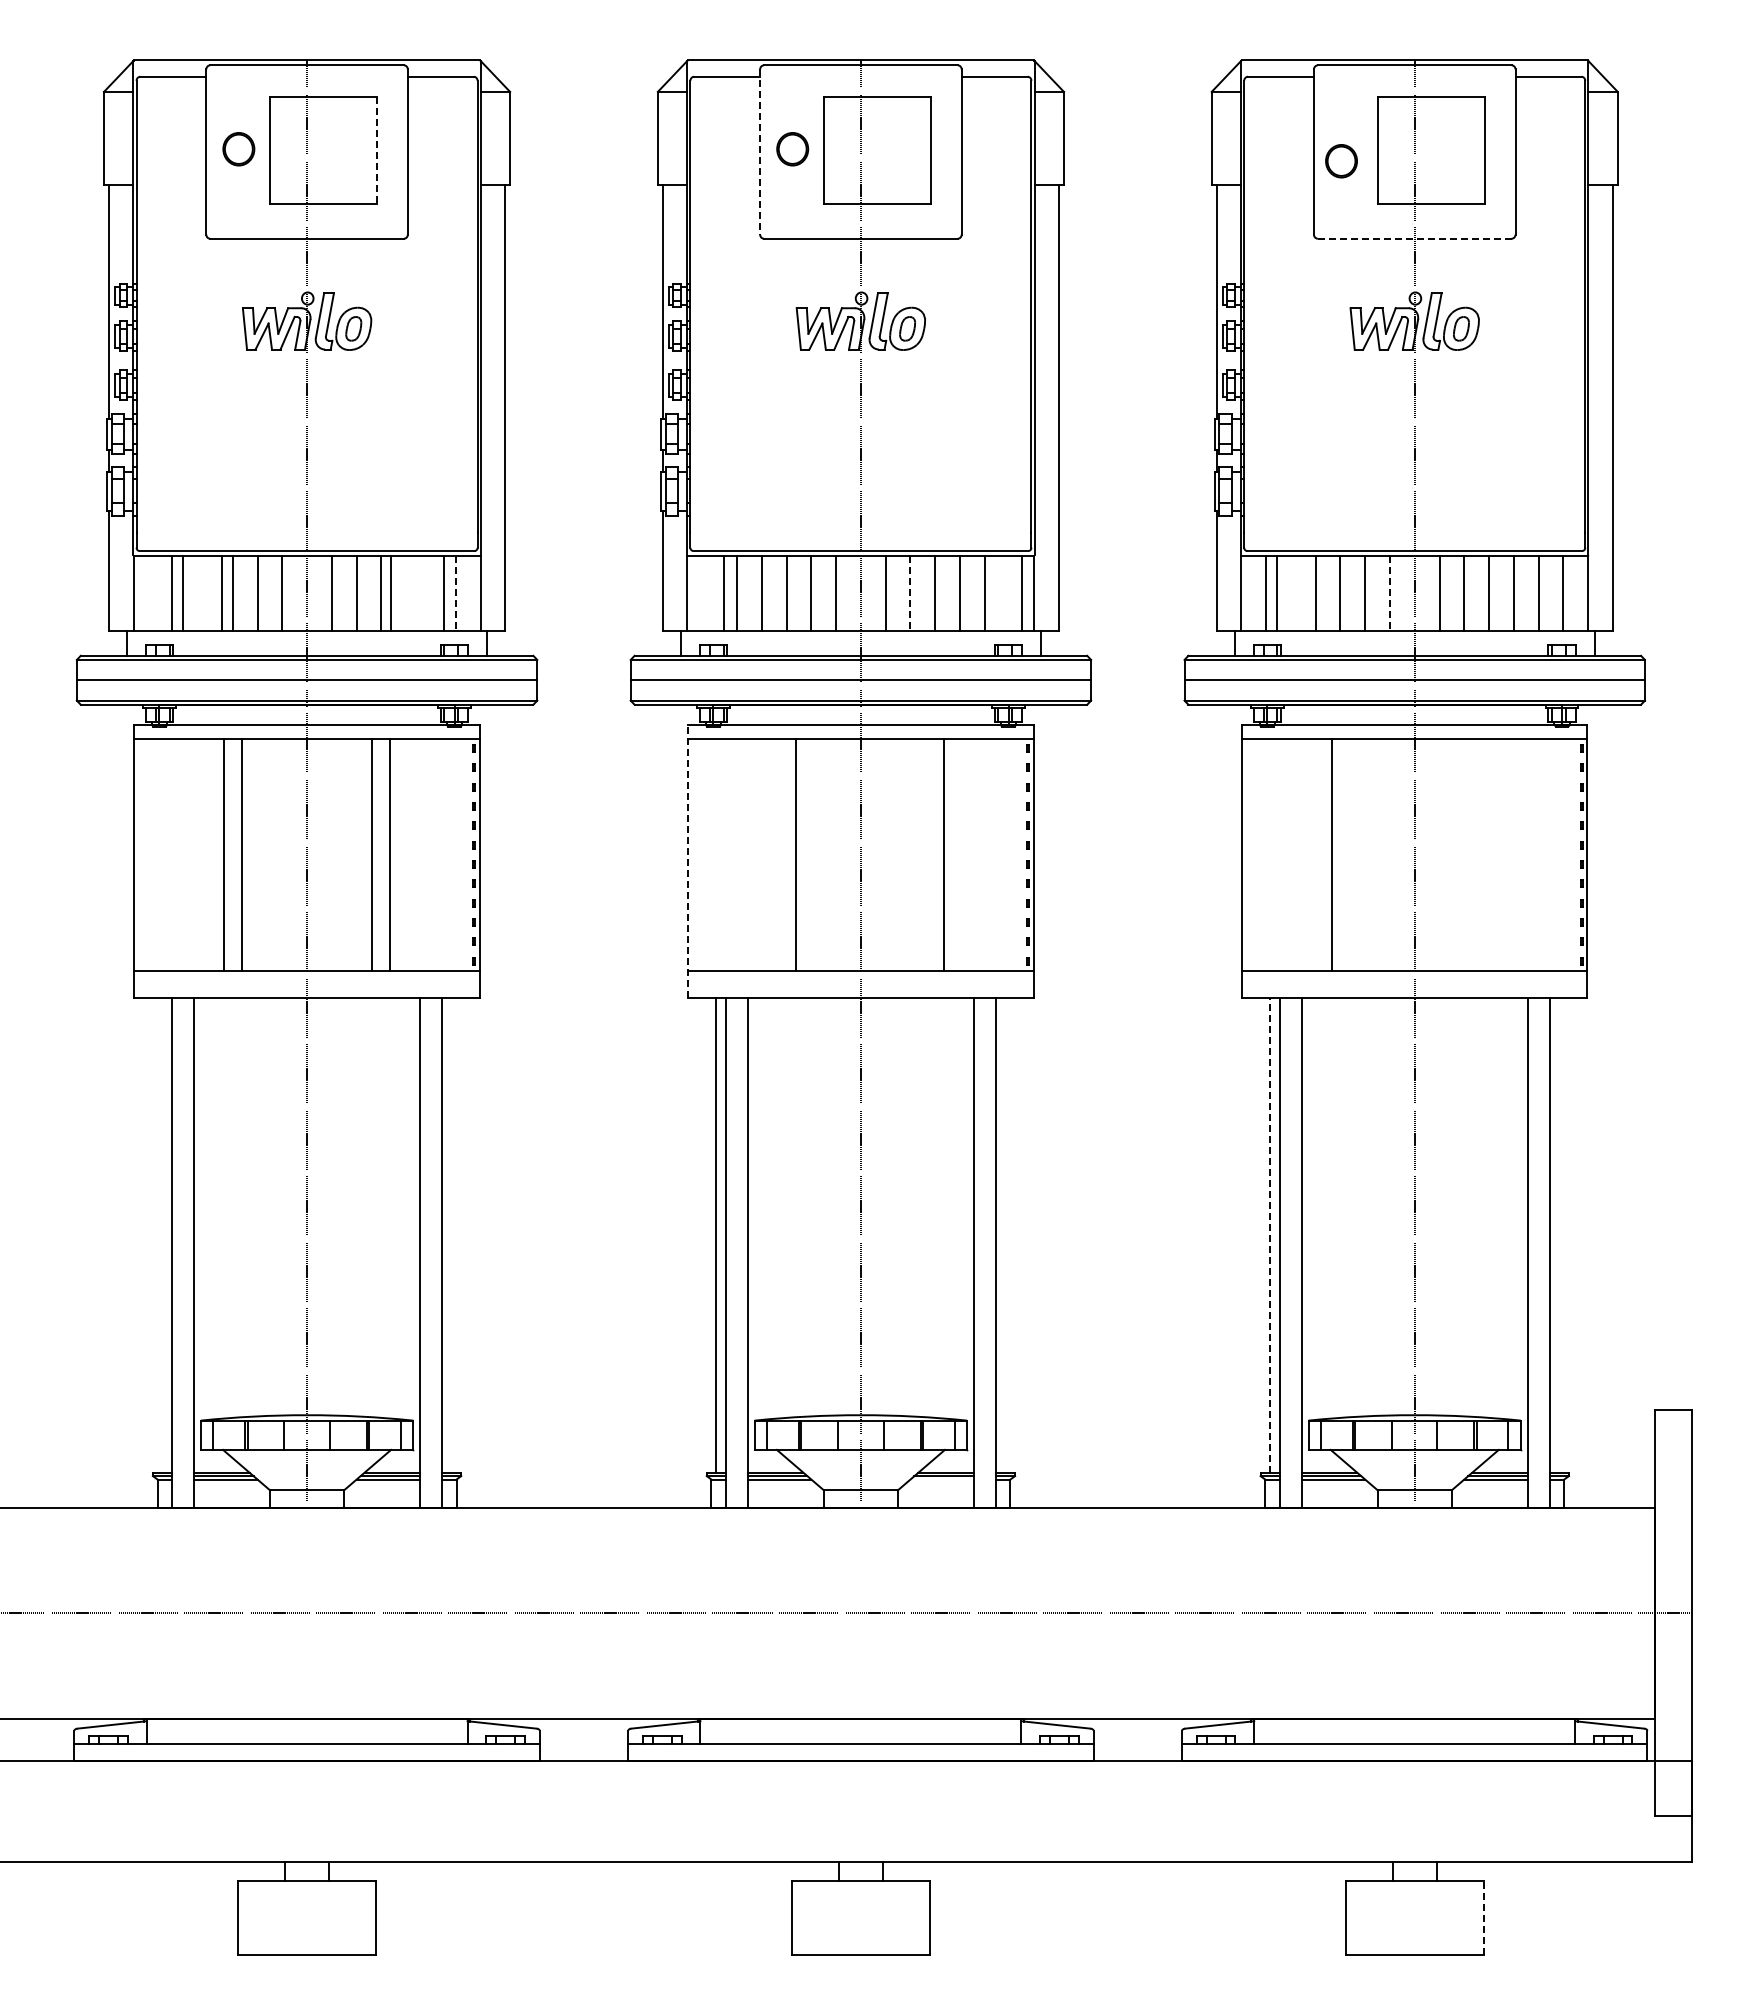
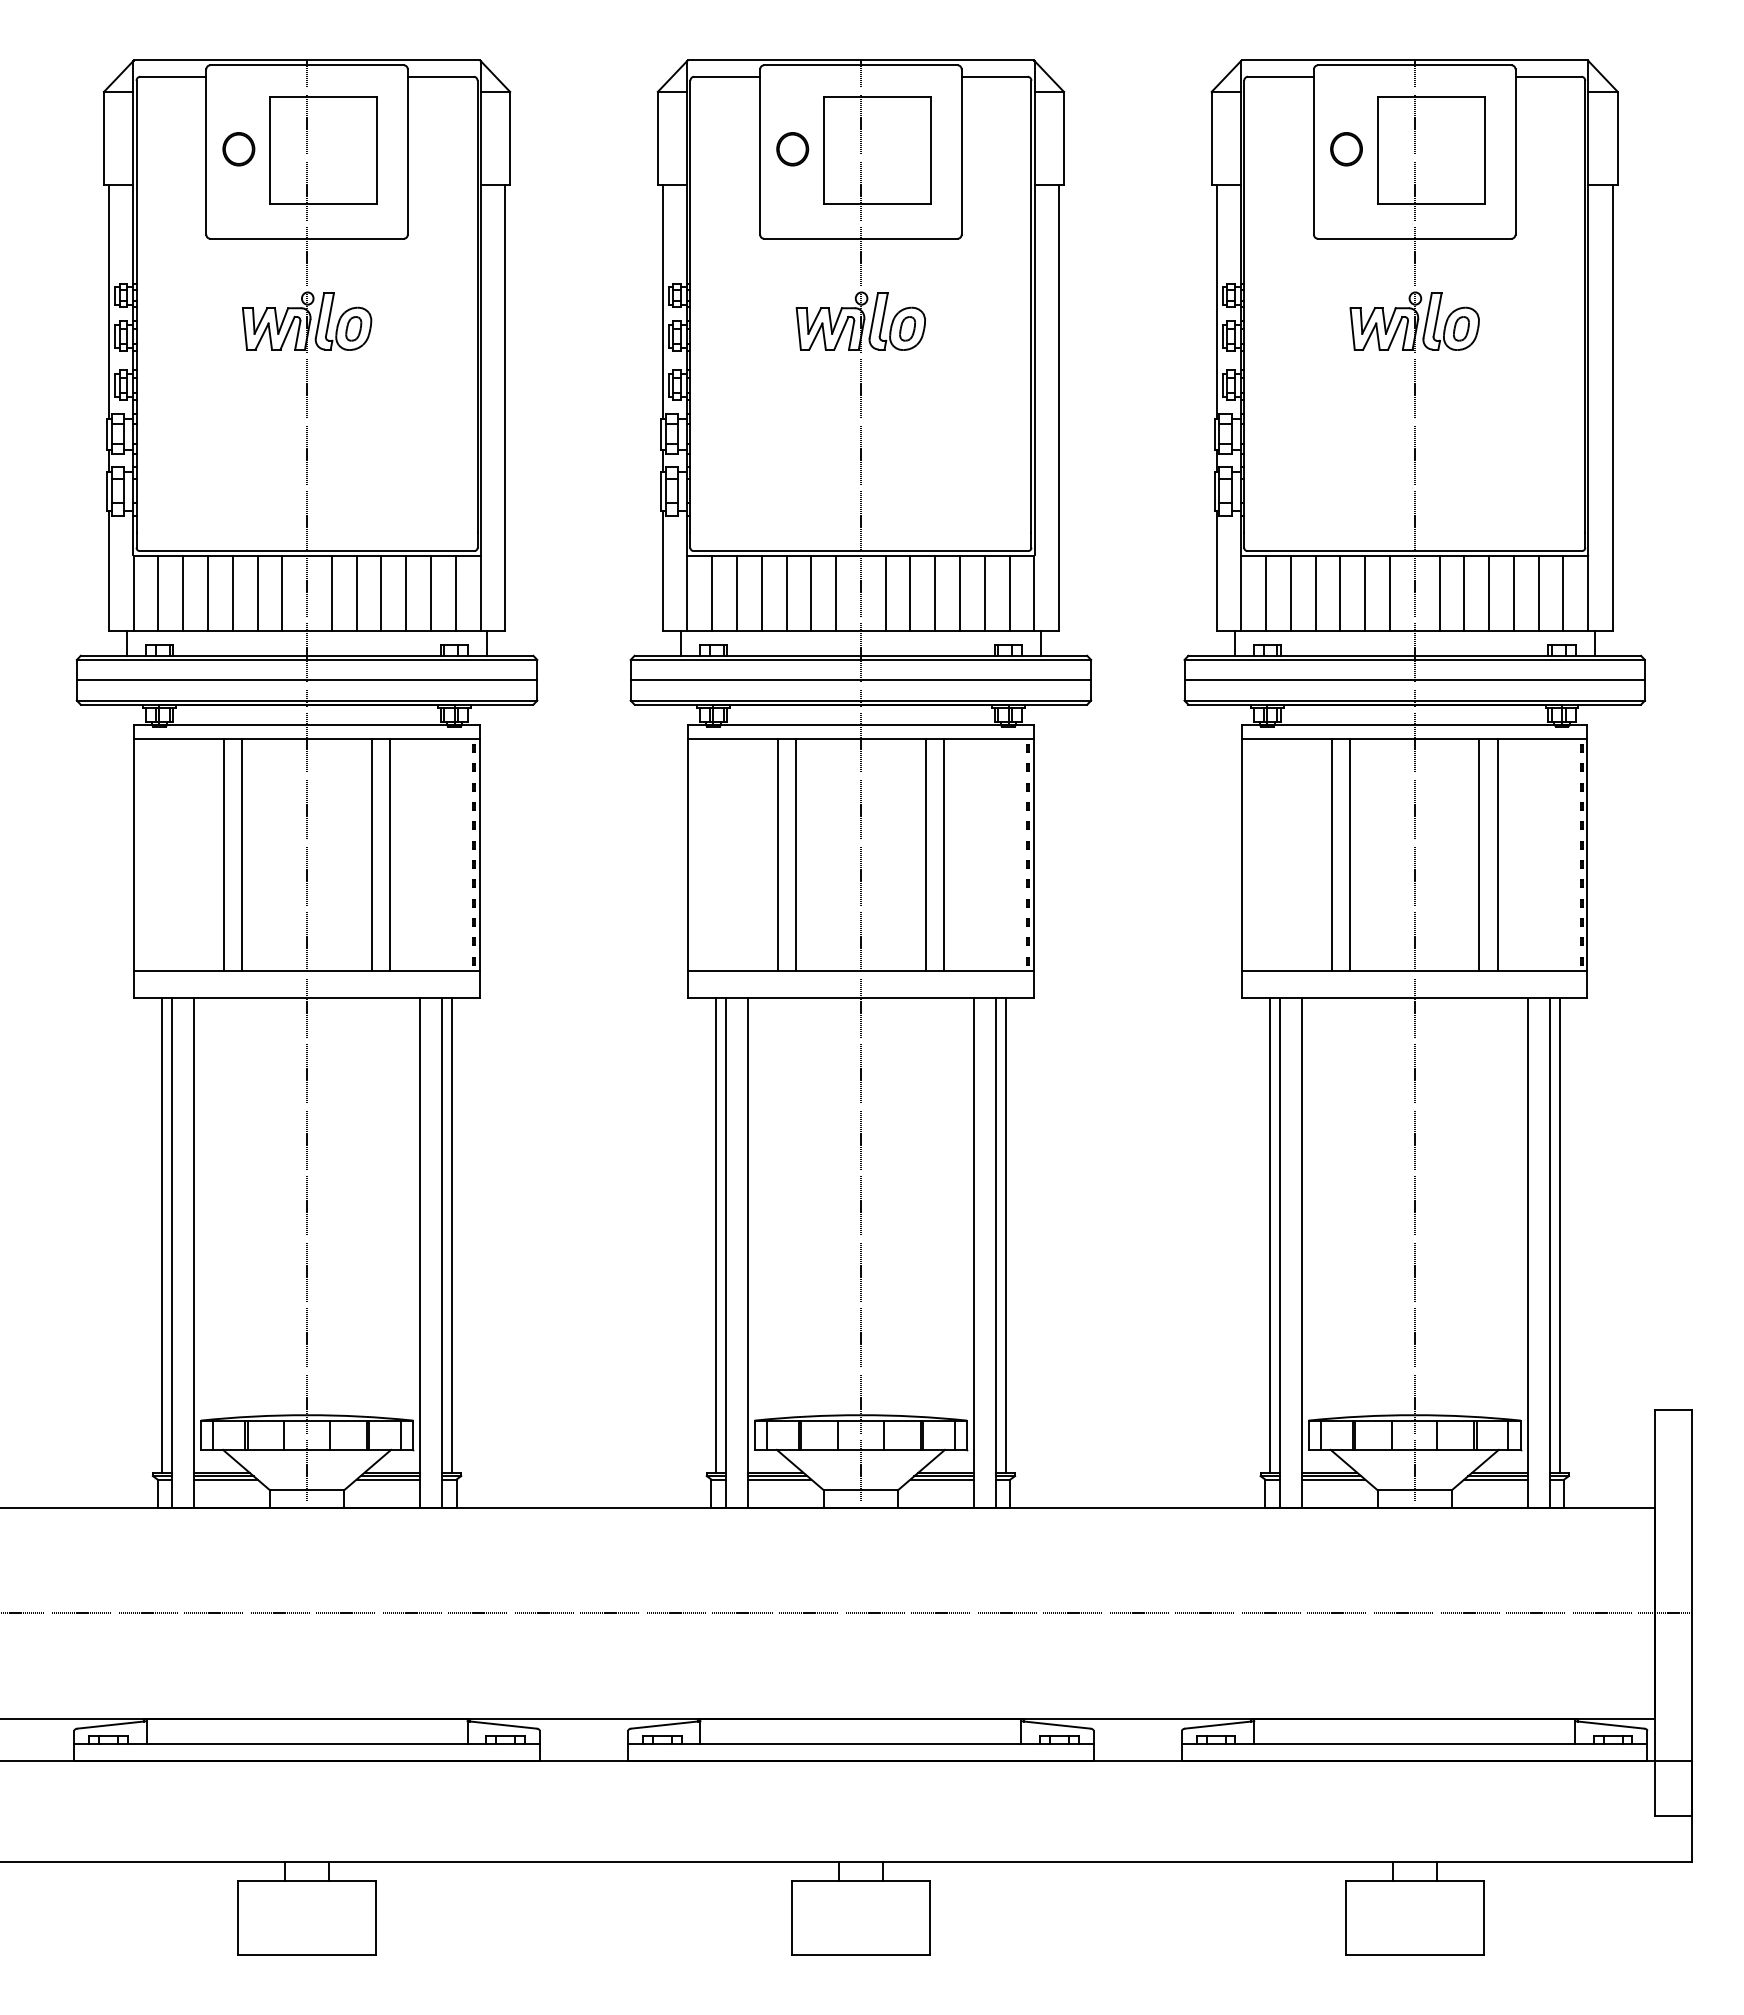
line at (376, 151): dashed -> solid
line at (760, 152): dashed -> solid
part at (1341, 161) position: (1341, 161) -> (1346, 149)
line at (1414, 238): dashed -> solid
line at (172, 593) position: (172, 593) -> (158, 593)
line at (221, 593) position: (221, 593) -> (207, 593)
line at (391, 593) position: (391, 593) -> (406, 593)
line at (443, 593) position: (443, 593) -> (430, 593)
line at (455, 593): dashed -> solid
line at (724, 593) position: (724, 593) -> (712, 593)
line at (910, 593): dashed -> solid
line at (1021, 593) position: (1021, 593) -> (1009, 593)
line at (1276, 593) position: (1276, 593) -> (1290, 593)
line at (1389, 593): dashed -> solid
line at (777, 854): none -> present
line at (925, 854): none -> present
line at (1350, 854): none -> present
line at (1479, 854): none -> present
line at (1497, 854): none -> present
line at (688, 861): dashed -> solid
line at (1269, 1234): dashed -> solid
line at (162, 1235): none -> present
line at (452, 1235): none -> present
line at (1005, 1235): none -> present
line at (1559, 1235): none -> present
line at (941, 1479): none -> present
line at (1483, 1917): dashed -> solid
